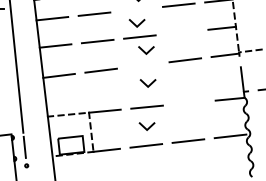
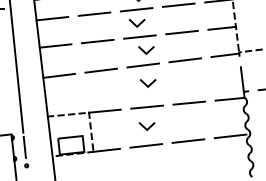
line at (136, 9): none -> present
line at (181, 32): none -> present
line at (143, 65): none -> present
line at (189, 102): none -> present
